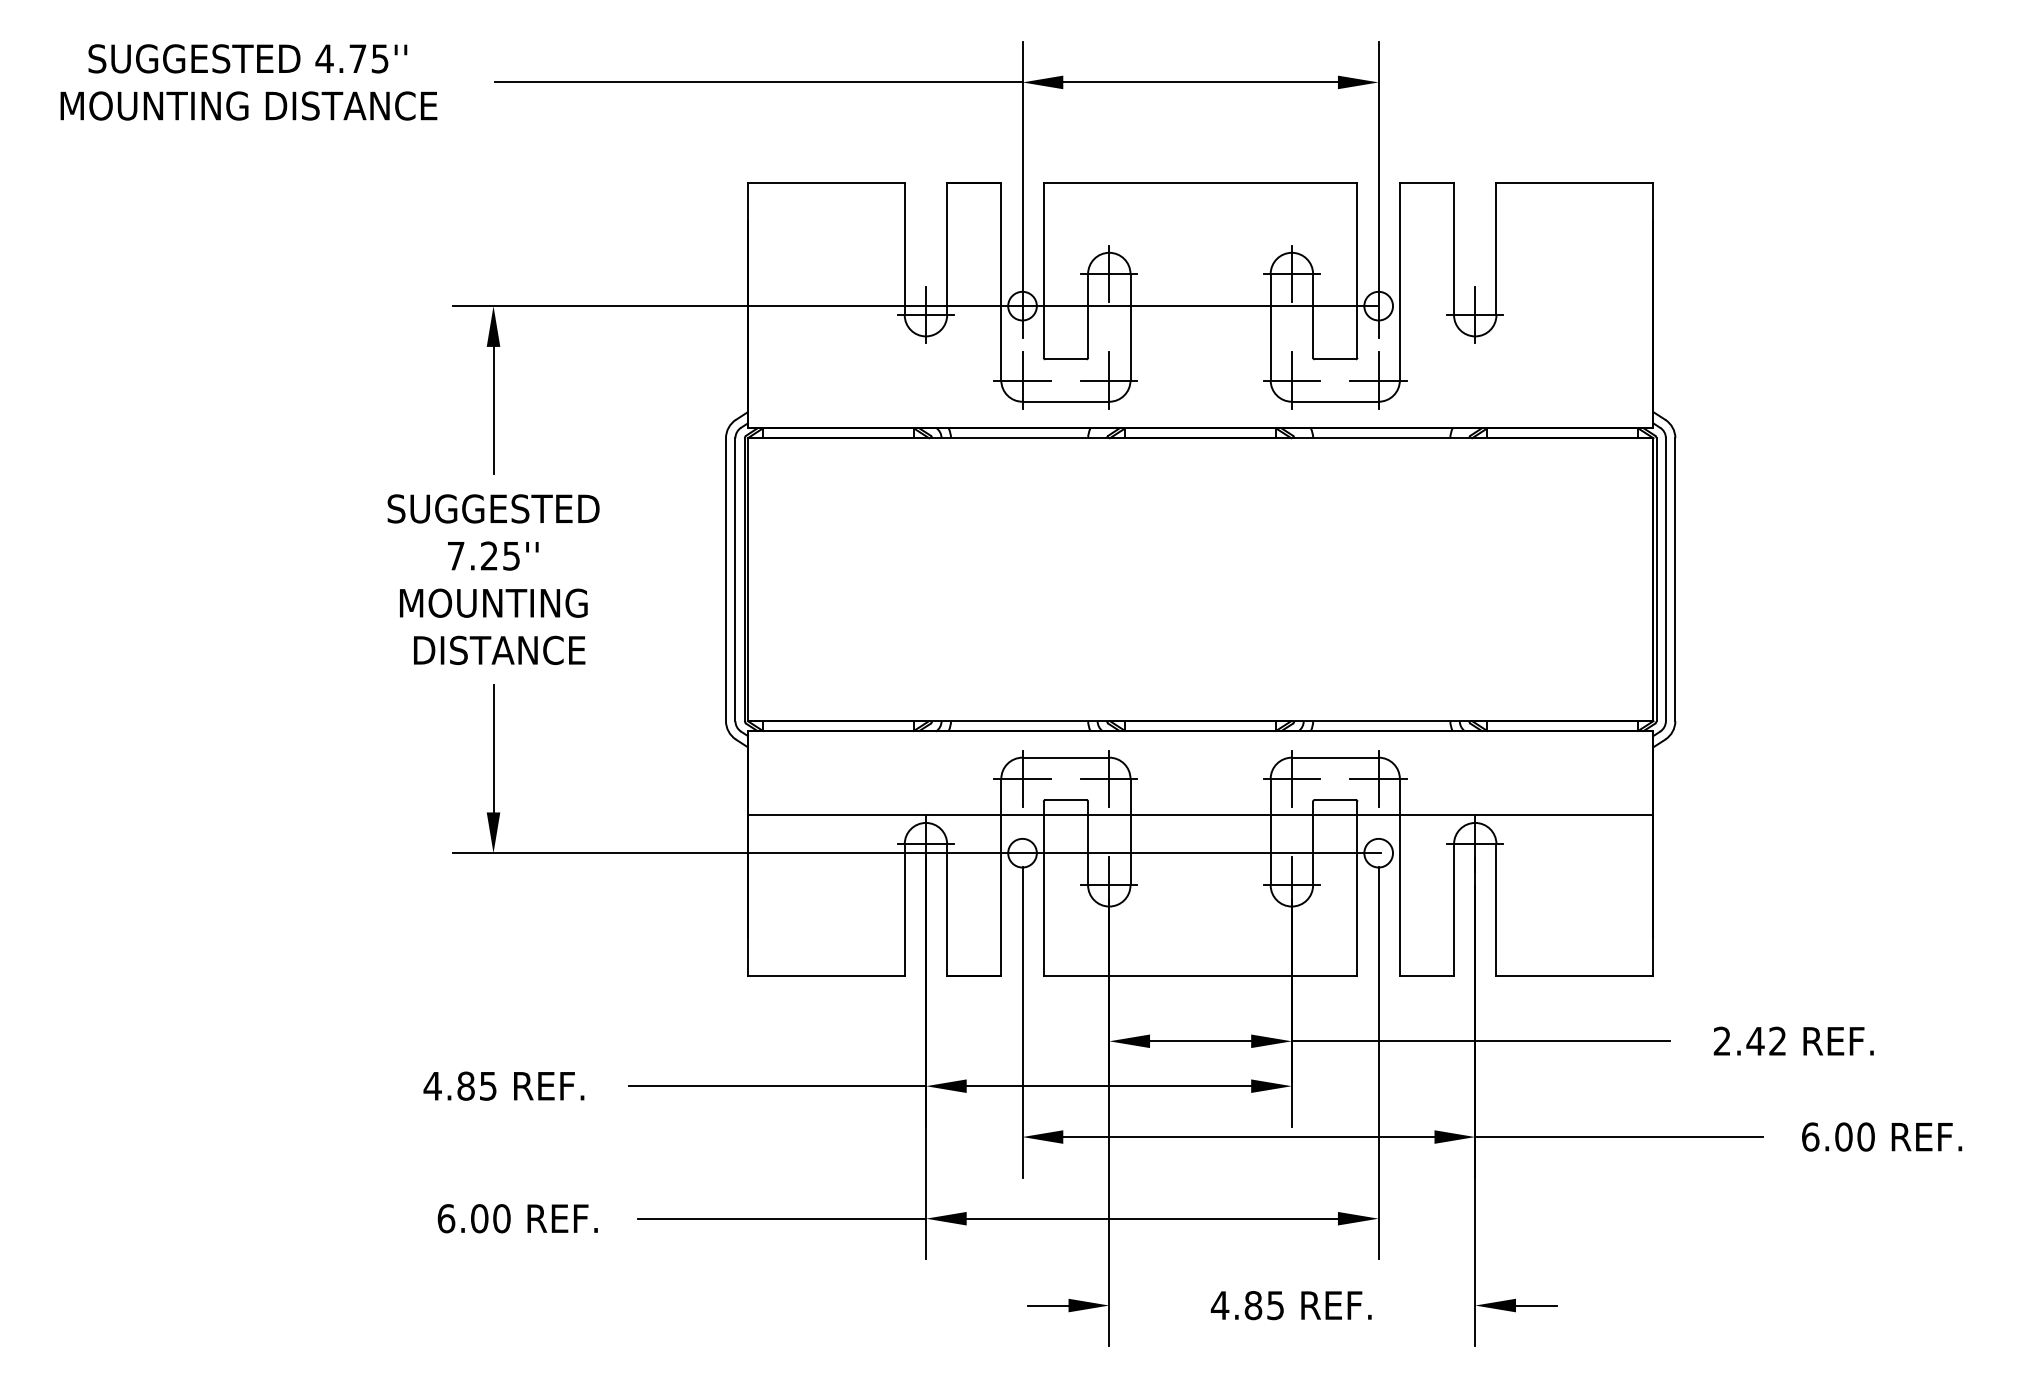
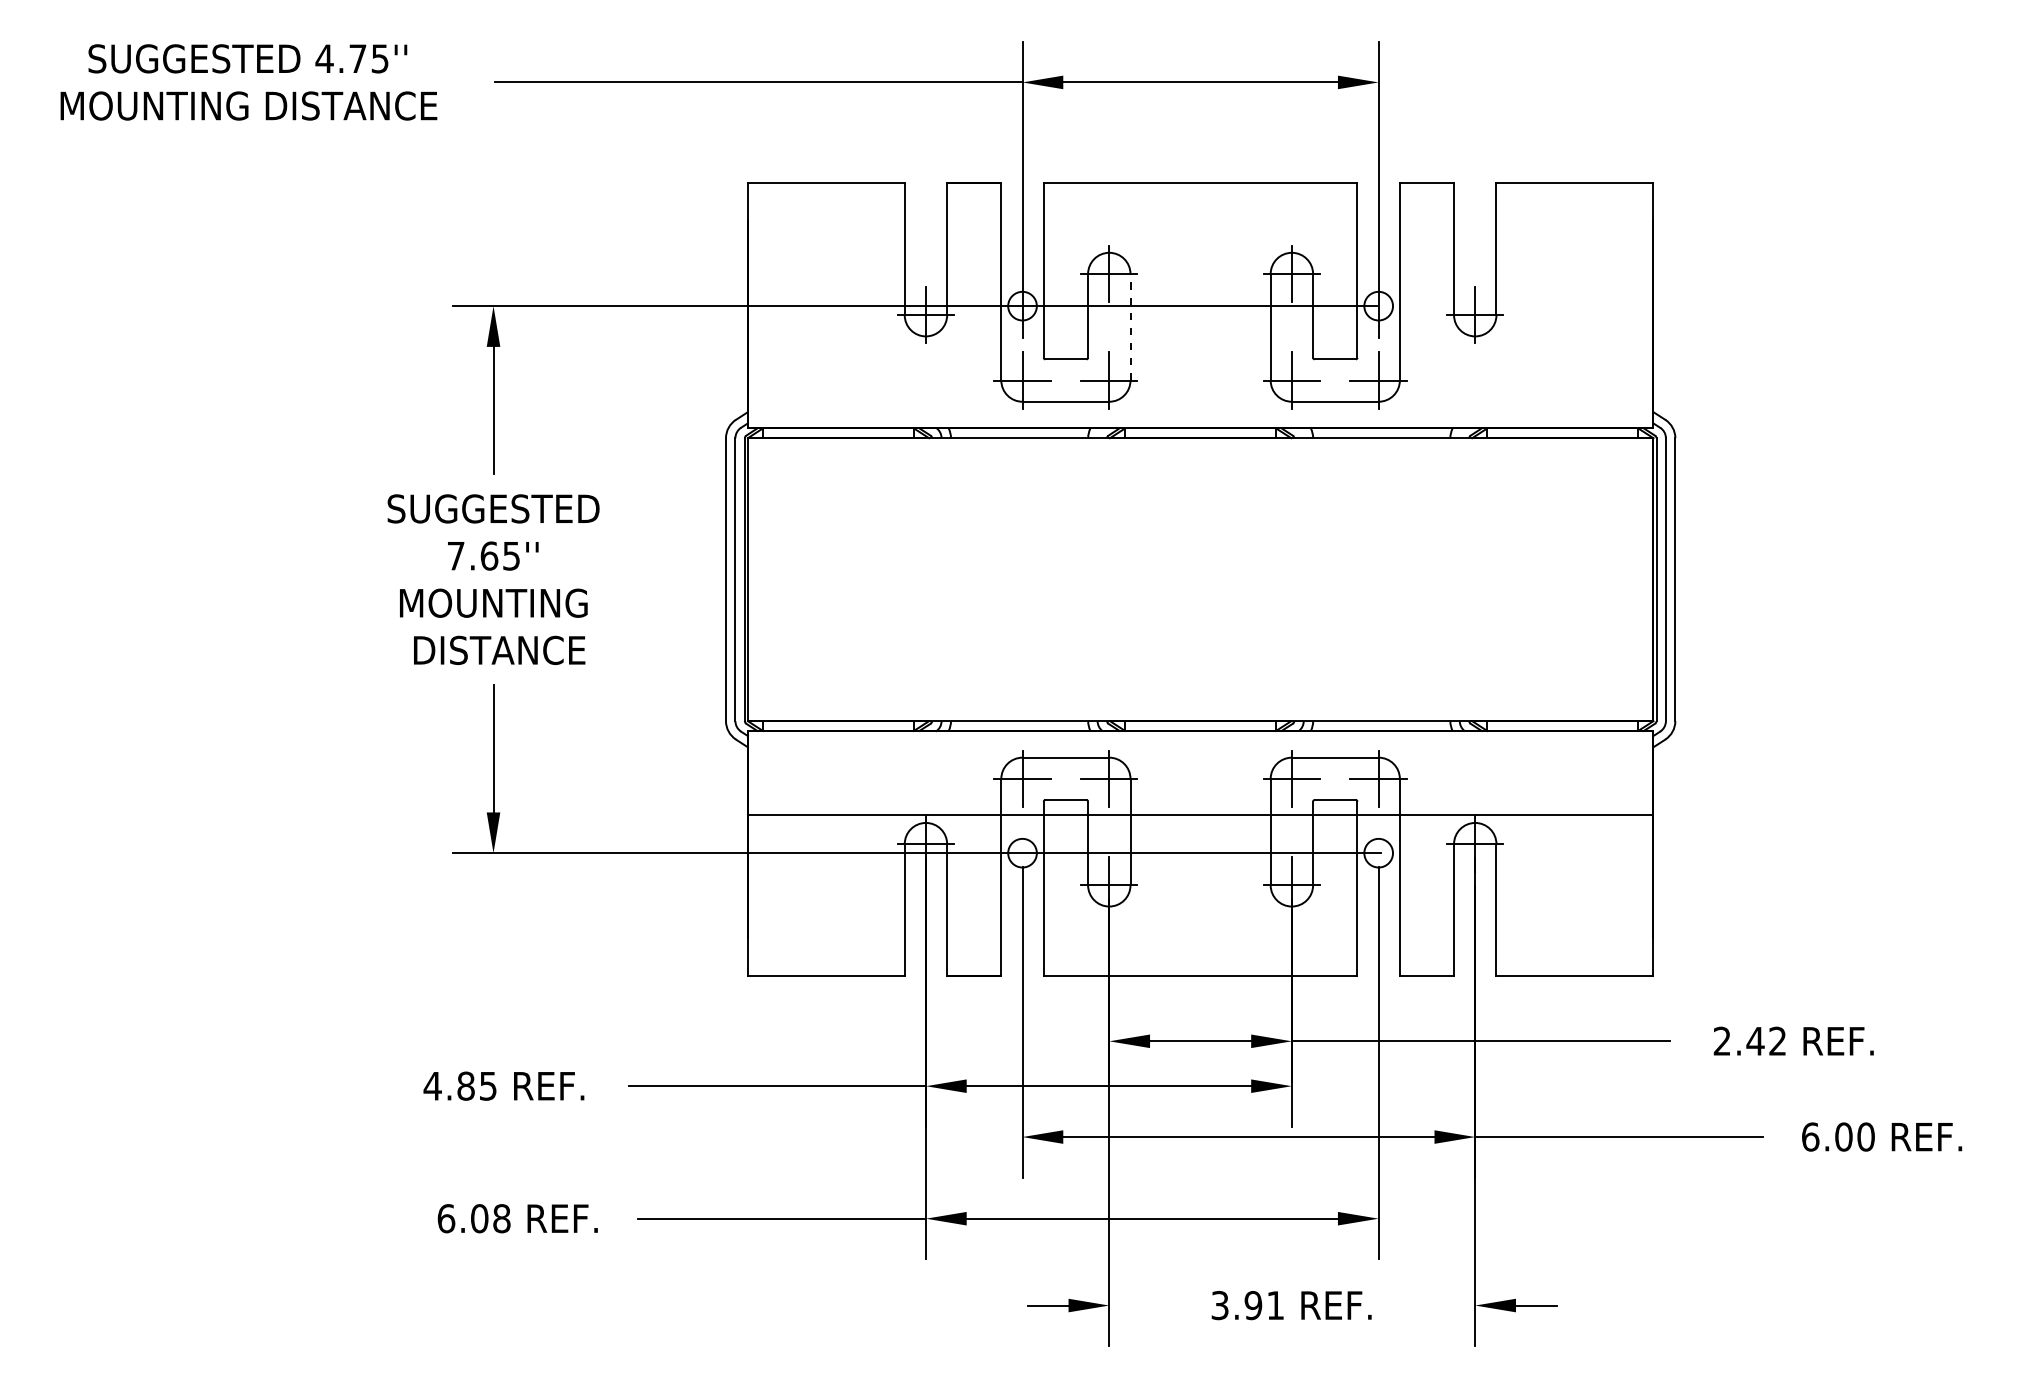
line at (1130, 326): solid -> dashed
text at (489, 555): 7.25'' -> 7.65''
text at (501, 1218): 6.00 -> 6.08
text at (1246, 1305): 4.85 -> 3.91
